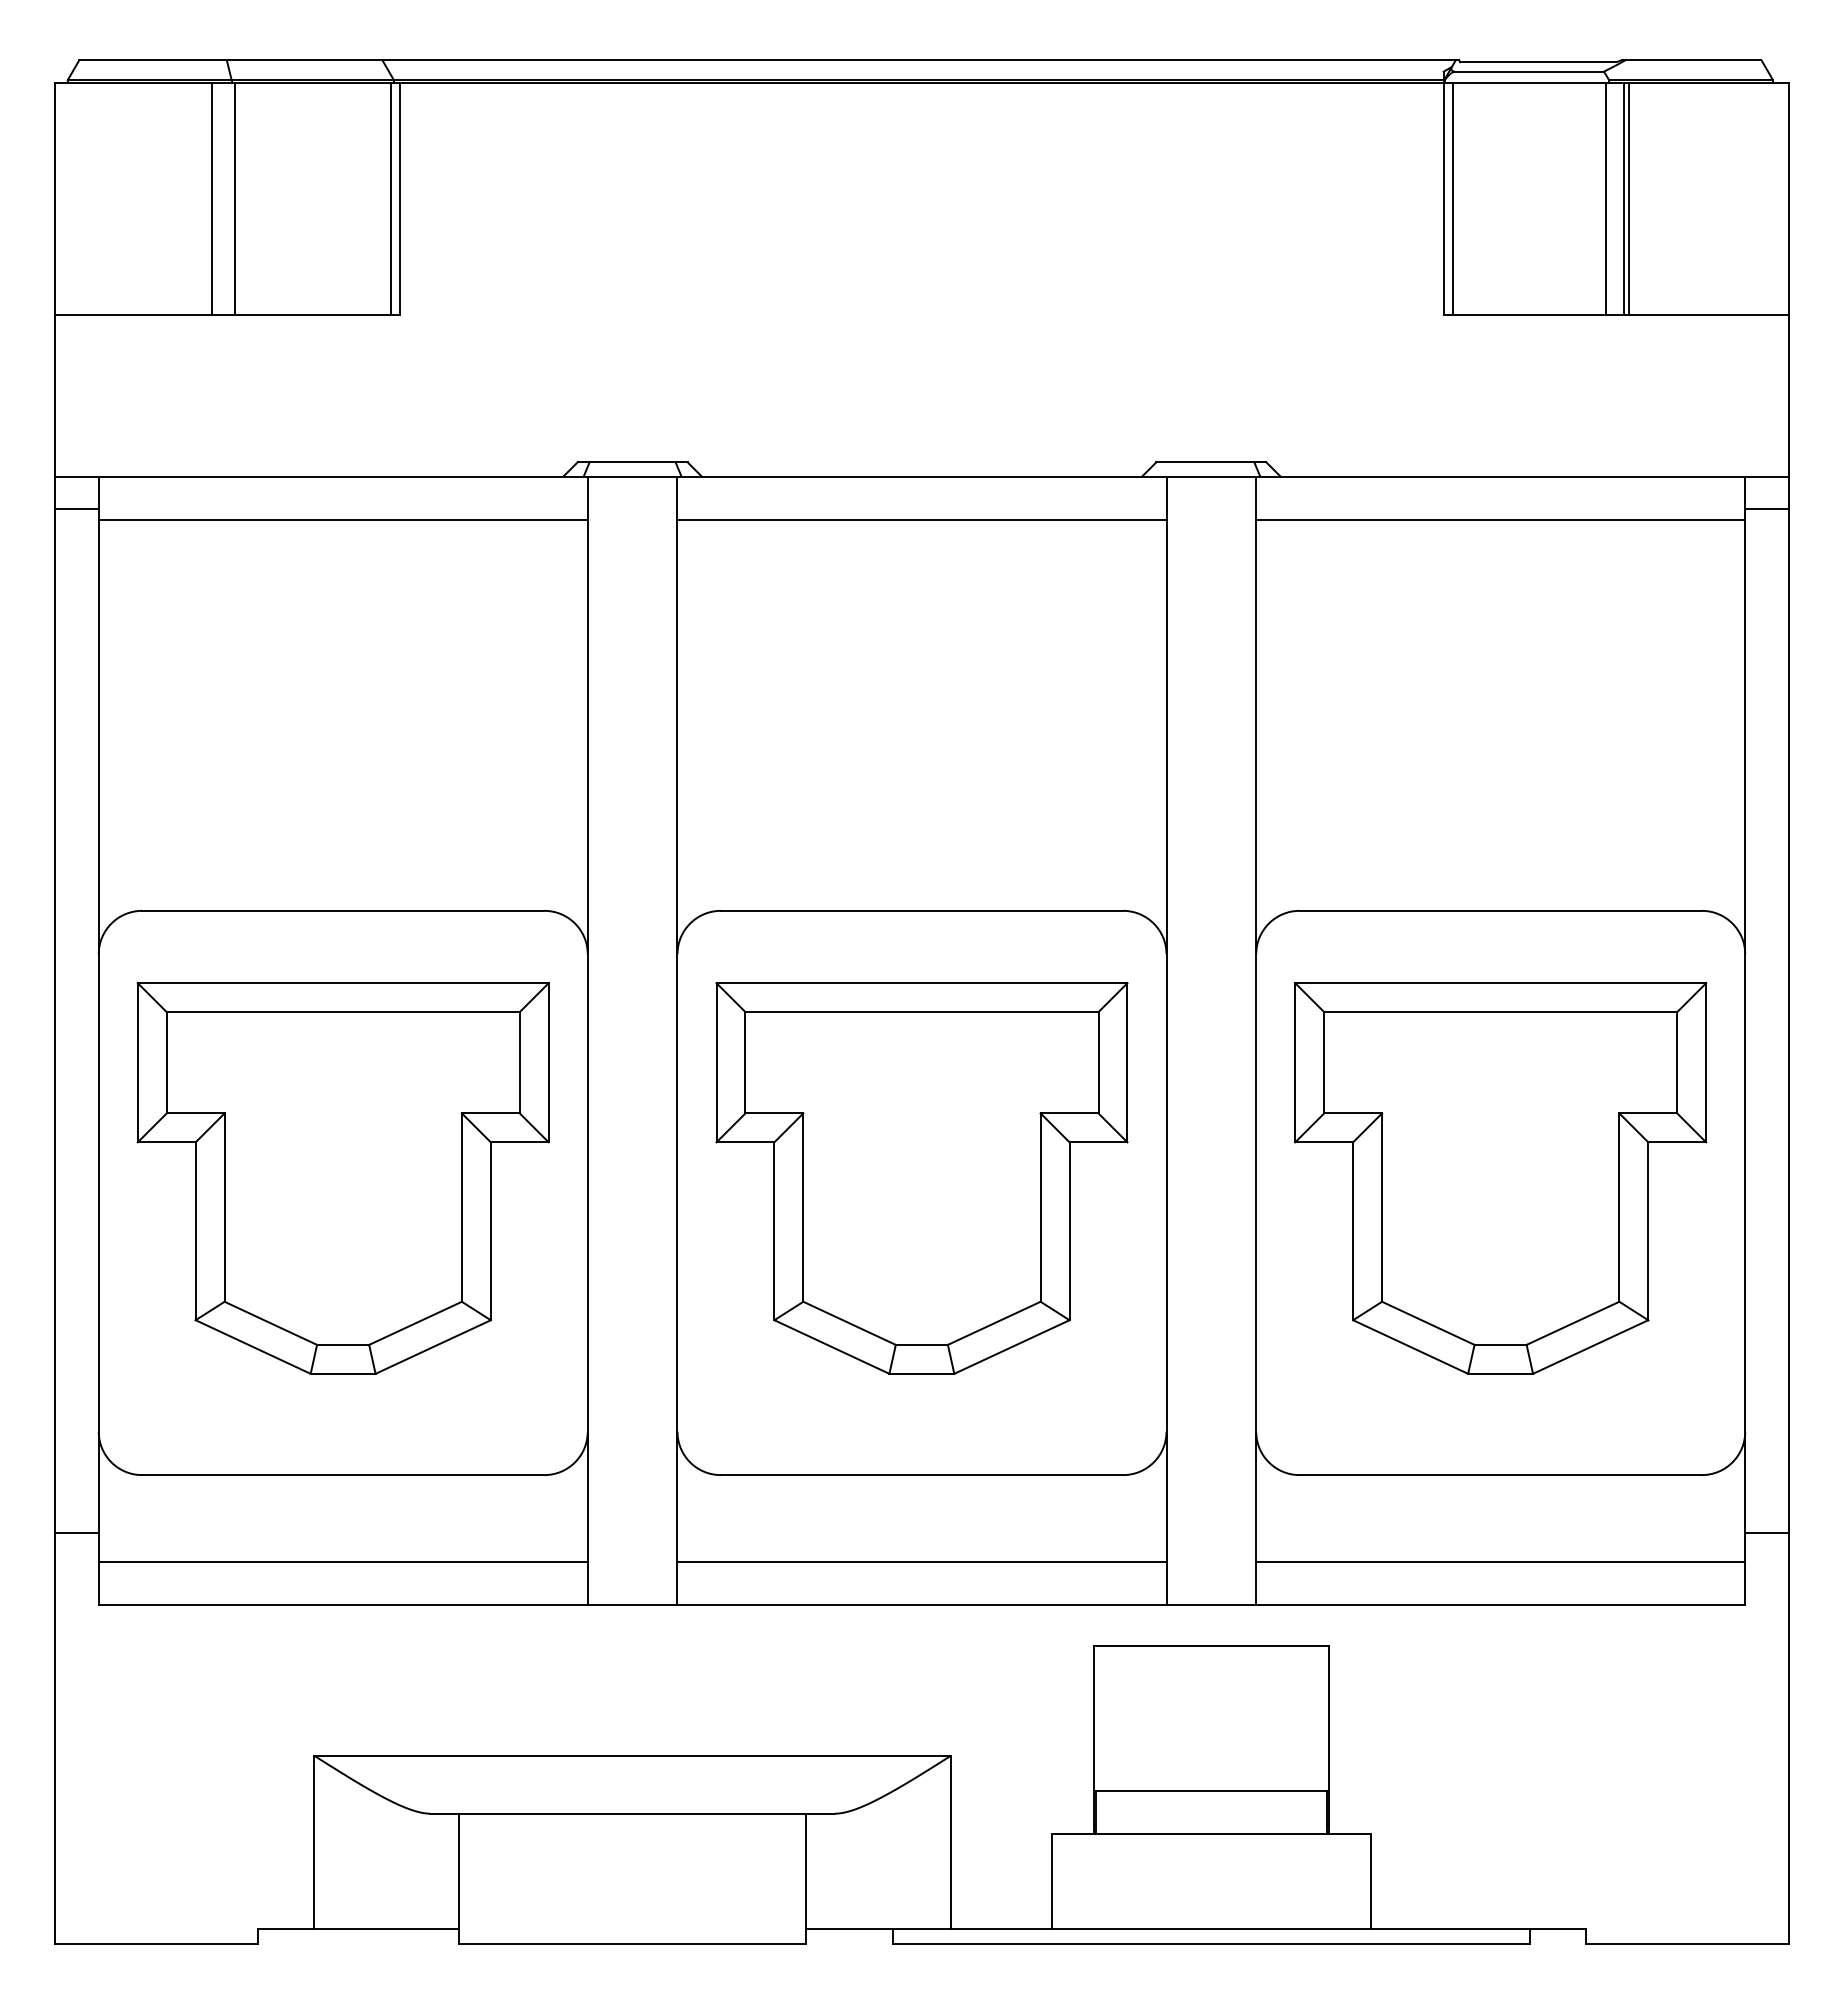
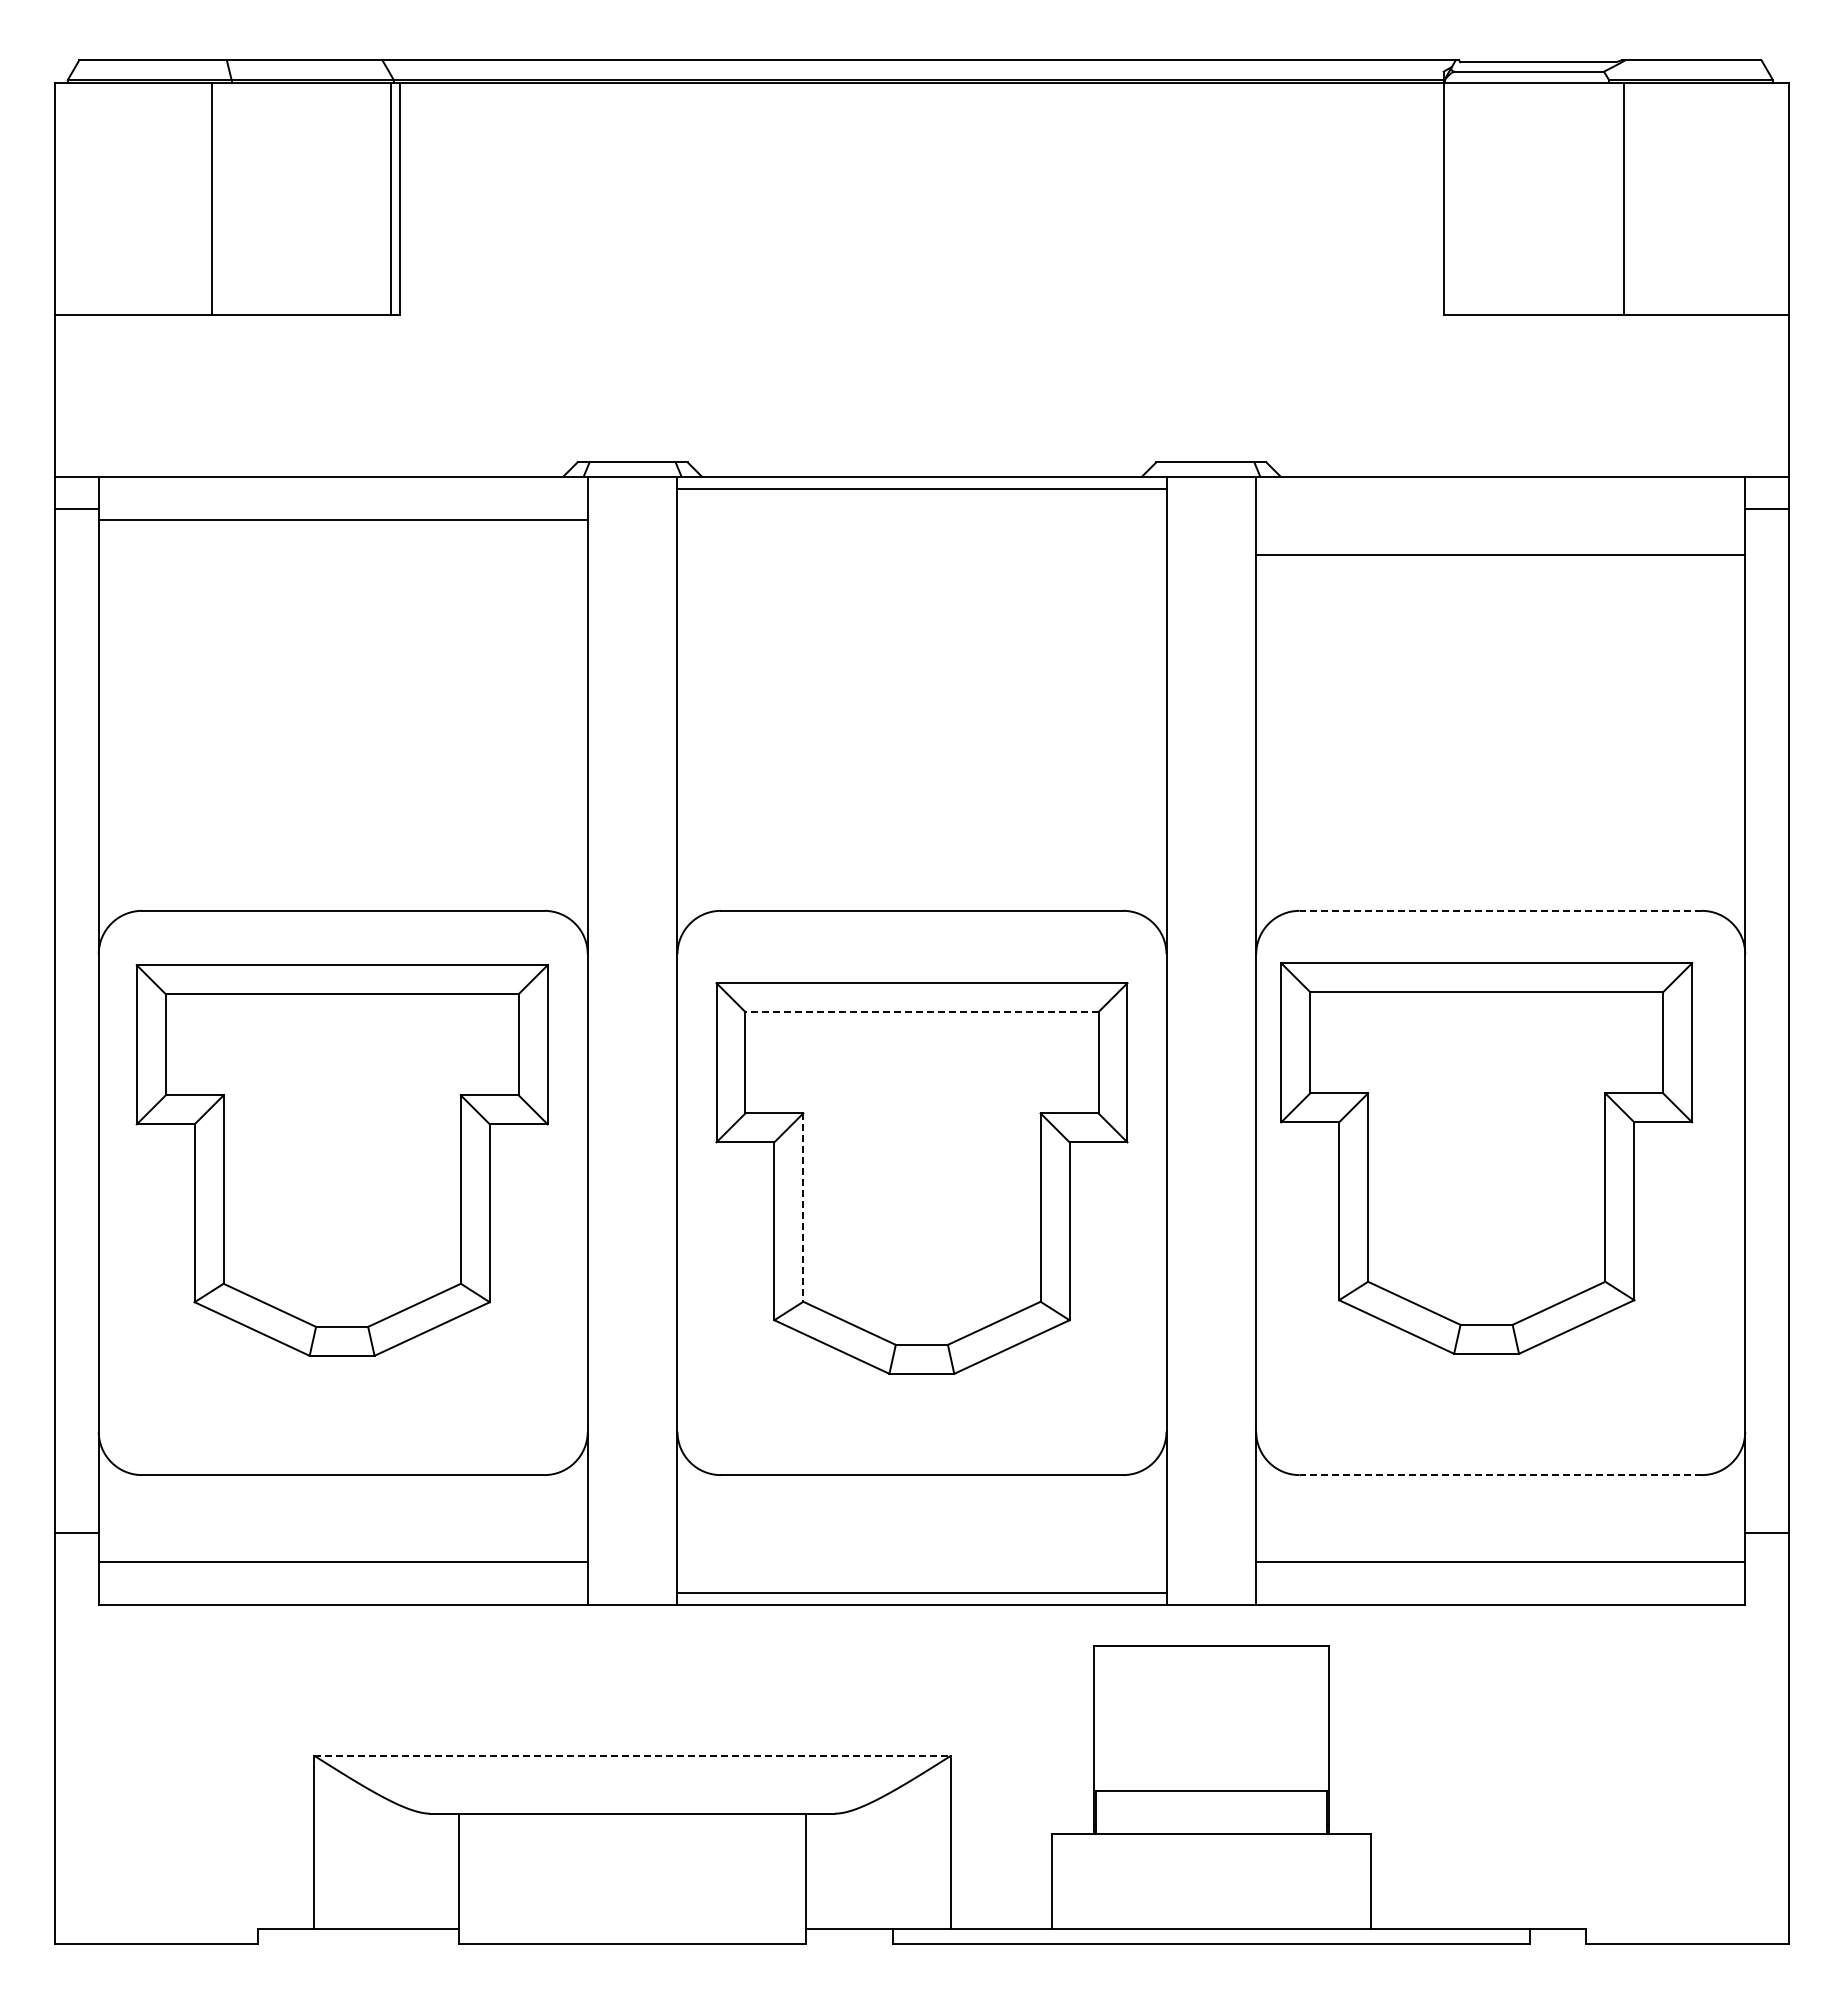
line at (234, 198): present -> none
line at (1452, 198): present -> none
line at (1606, 198): present -> none
line at (1629, 198): present -> none
line at (921, 520) position: (921, 520) -> (921, 489)
line at (1500, 520) position: (1500, 520) -> (1500, 555)
line at (1500, 910): solid -> dashed
line at (921, 1012): solid -> dashed
part at (342, 1178) position: (342, 1178) -> (341, 1160)
part at (1500, 1178) position: (1500, 1178) -> (1486, 1158)
line at (803, 1208): solid -> dashed
line at (1500, 1475): solid -> dashed
line at (921, 1561) position: (921, 1561) -> (921, 1592)
line at (633, 1755): solid -> dashed
